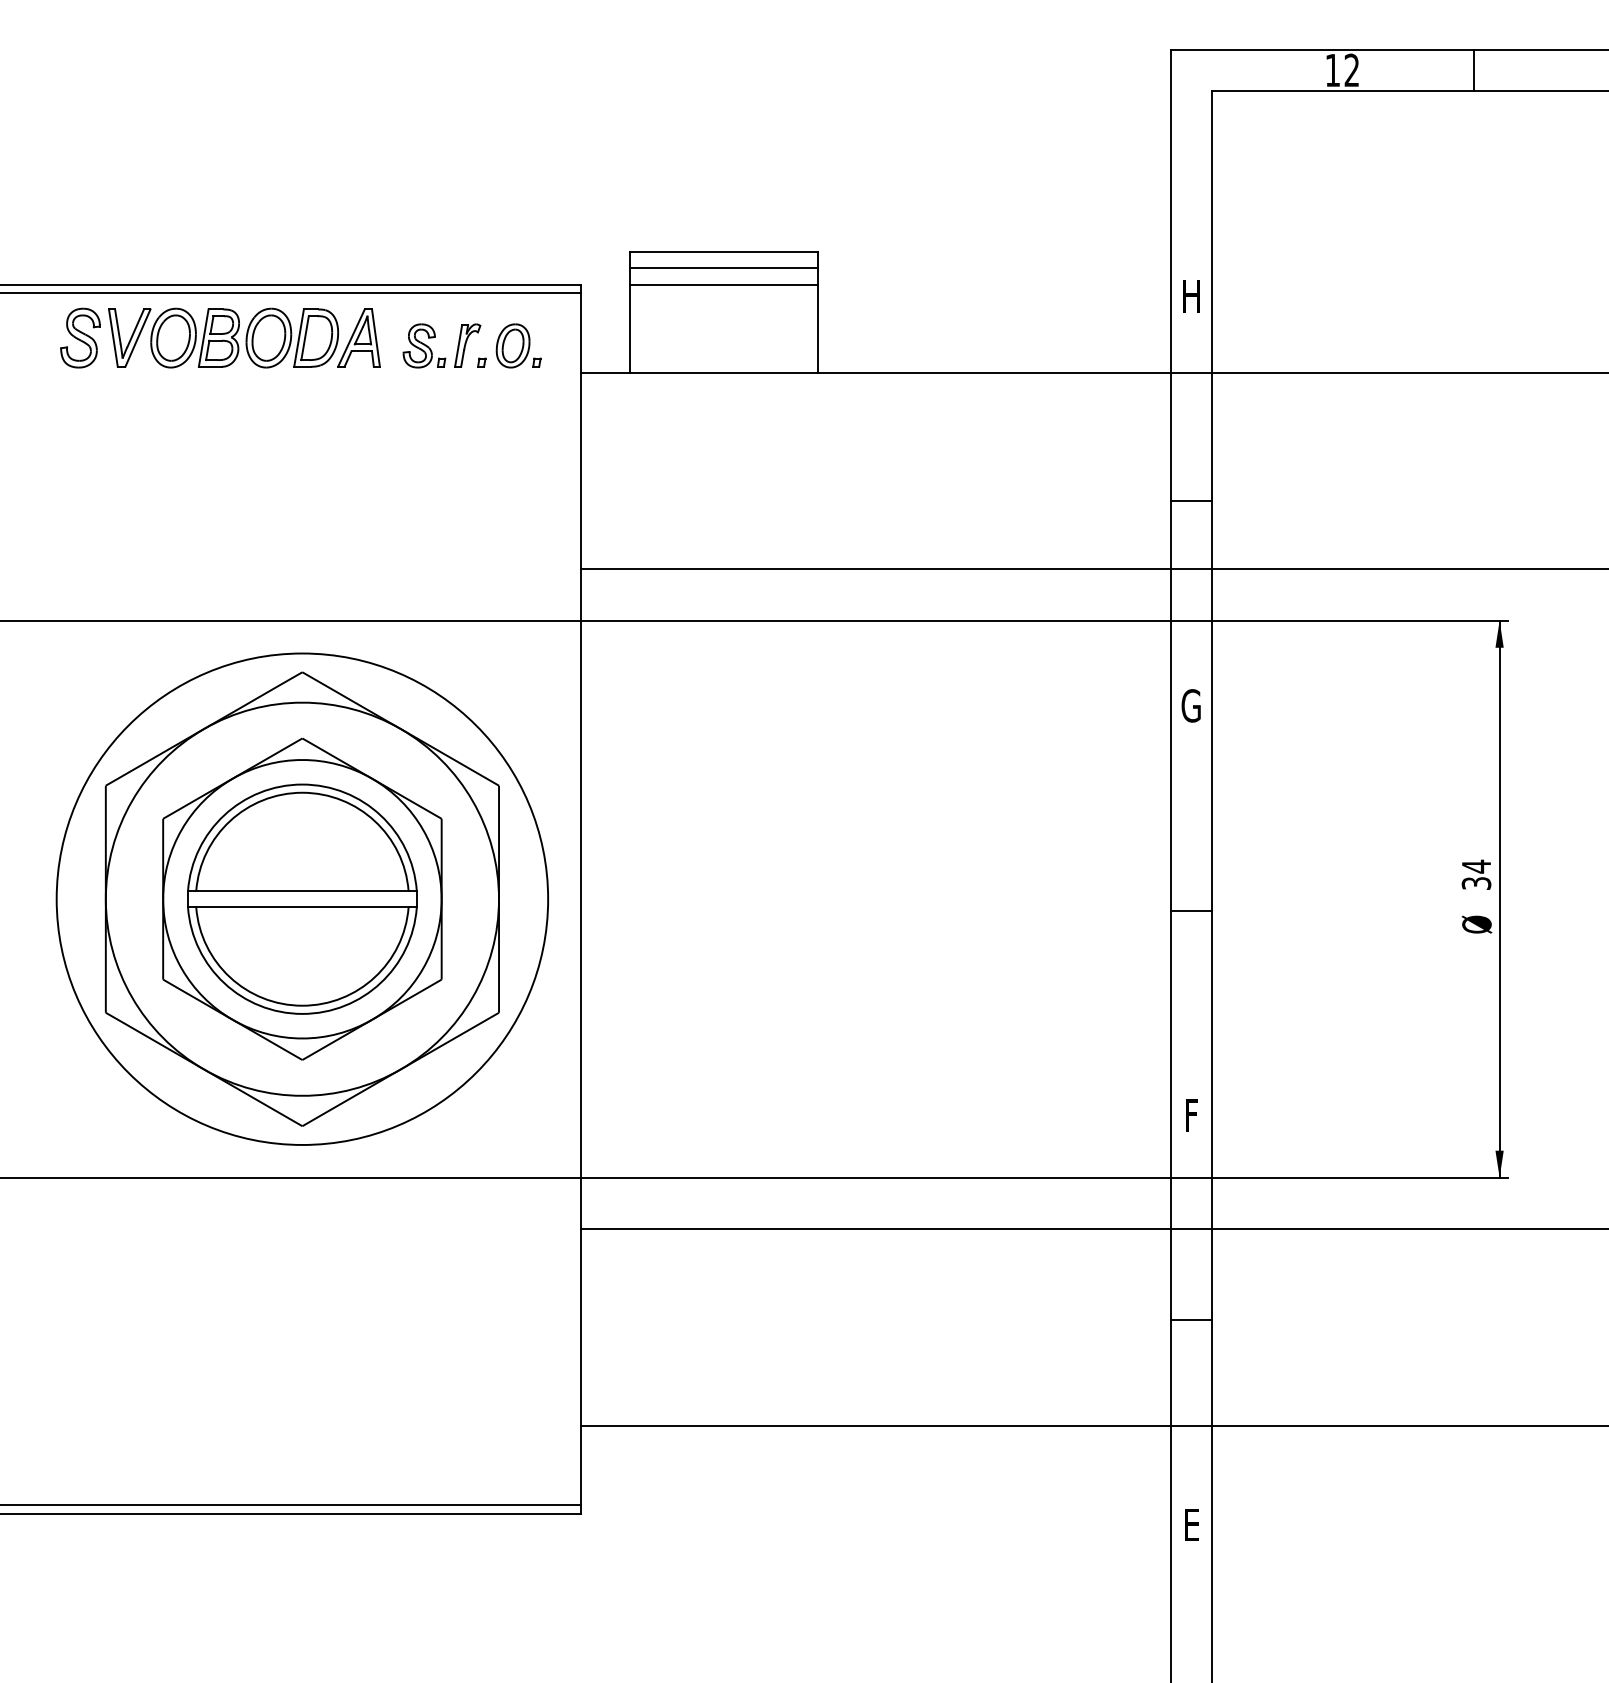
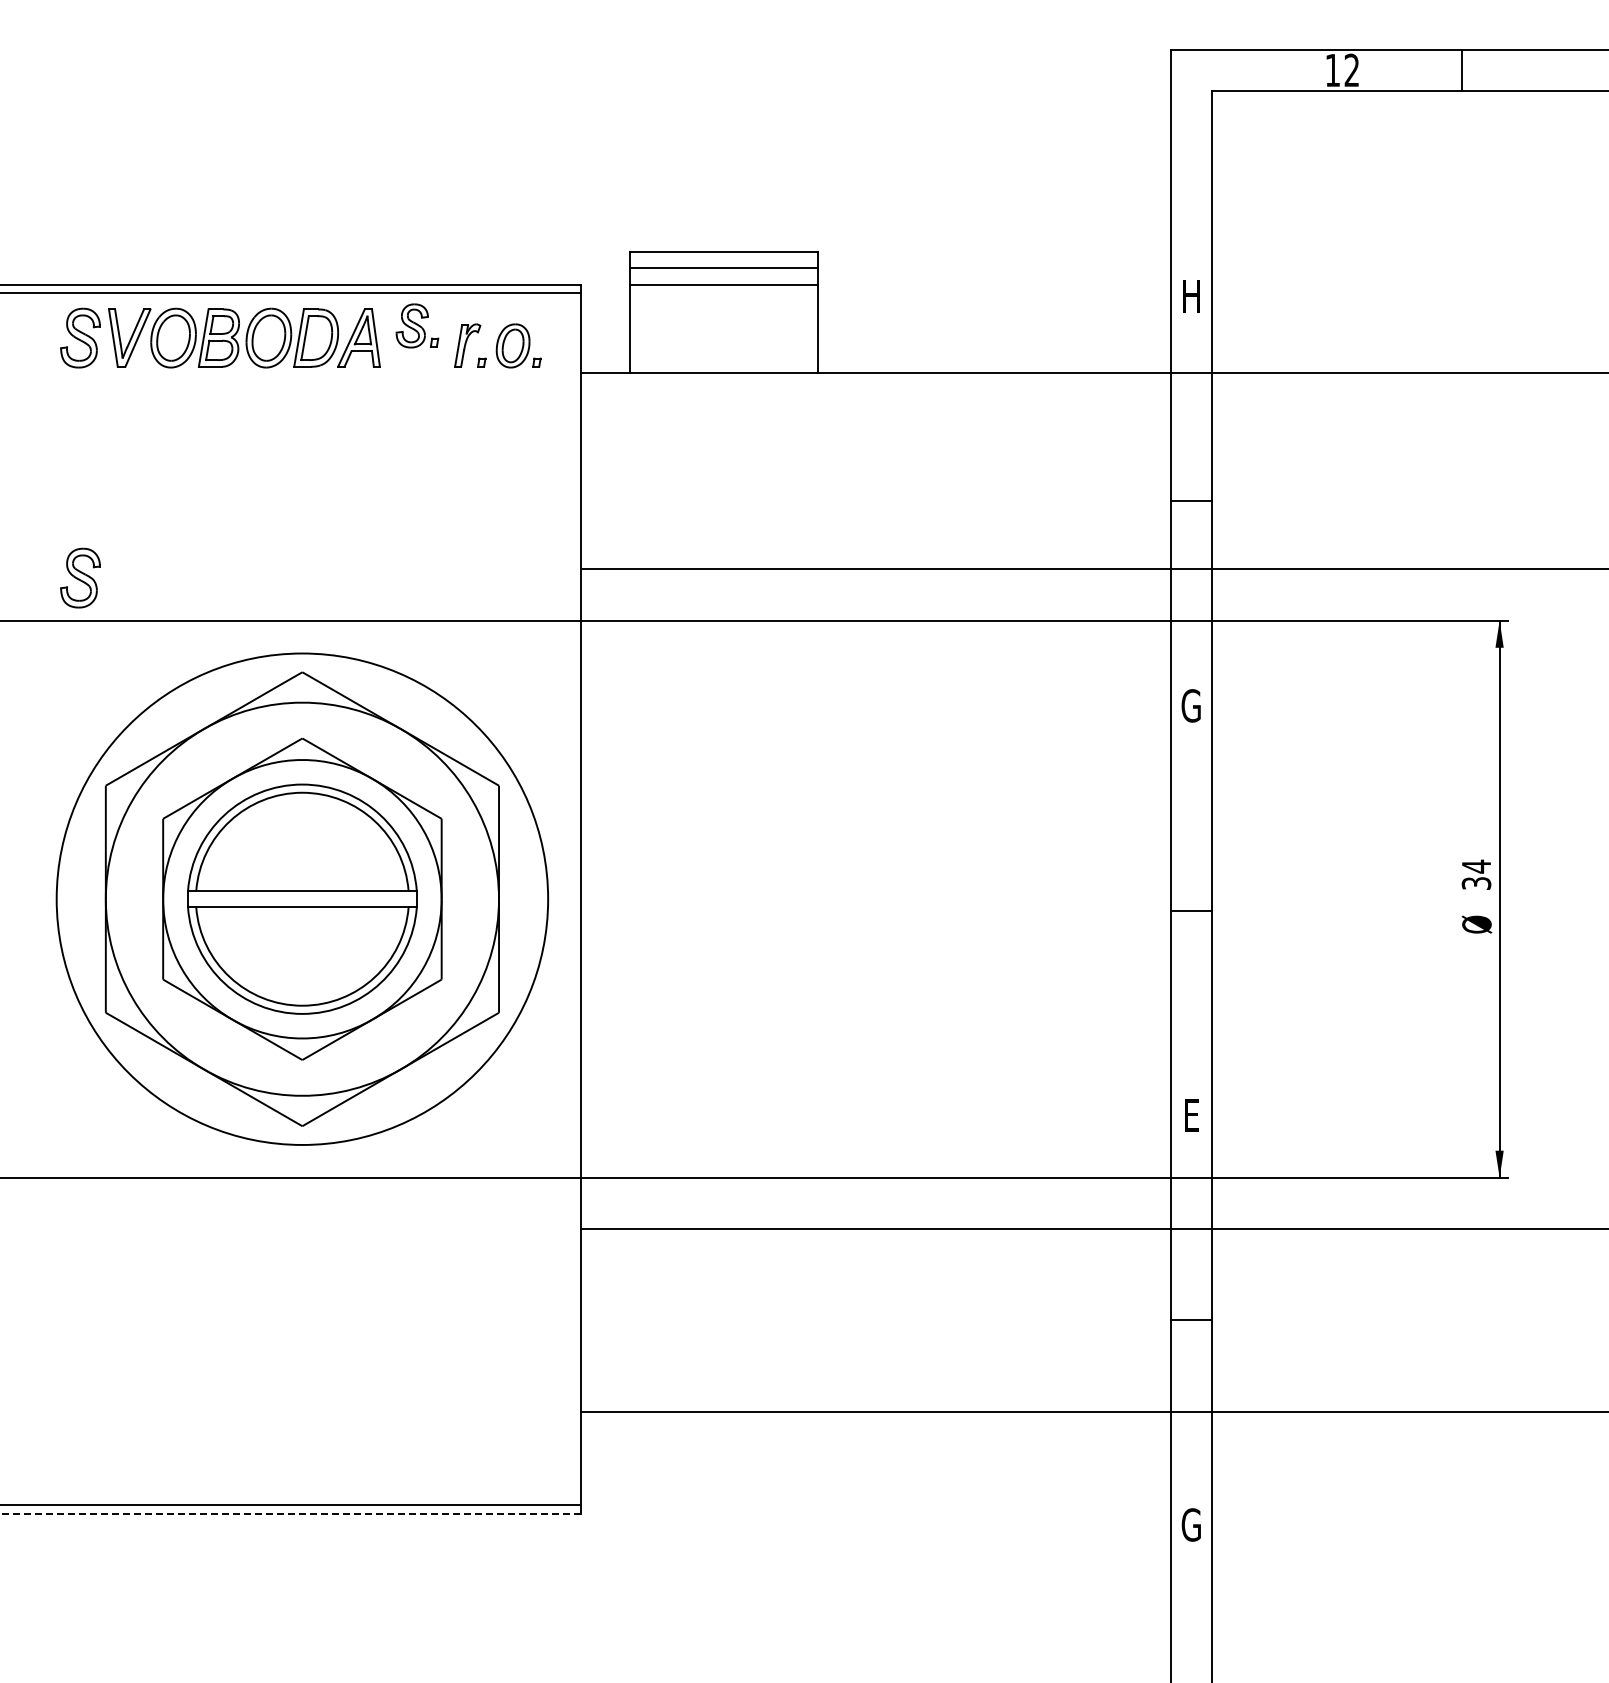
line at (1474, 70) position: (1474, 70) -> (1462, 70)
part at (424, 345) position: (424, 345) -> (417, 325)
part at (80, 577): none -> present
text at (1191, 1115): F -> E
line at (1092, 1425) position: (1092, 1425) -> (1092, 1411)
line at (290, 1513): solid -> dashed
text at (1190, 1524): E -> G
